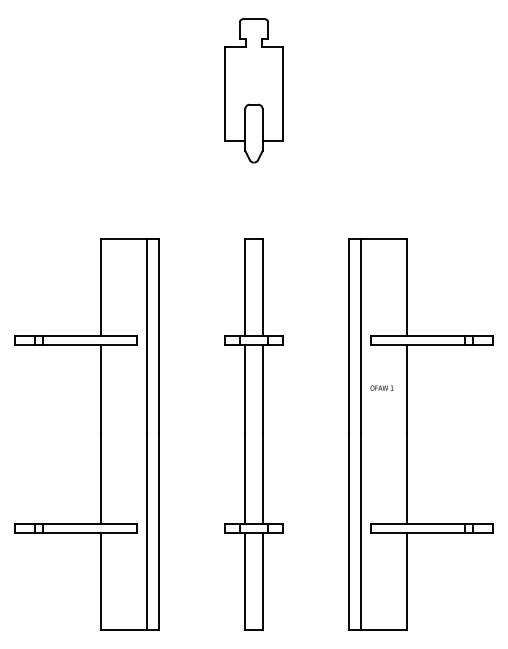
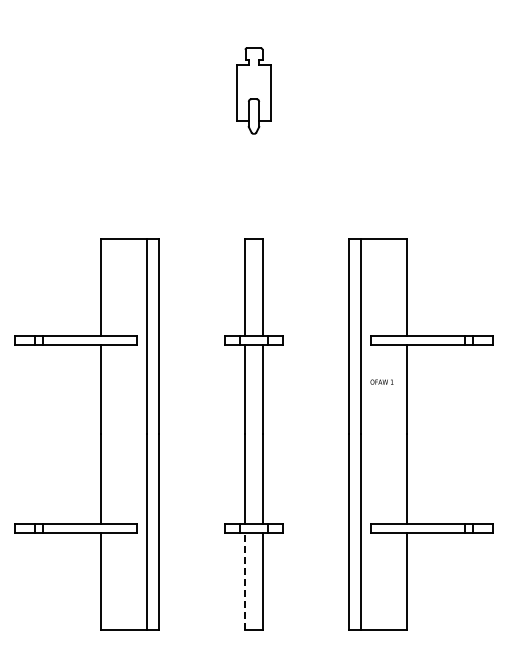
part at (253, 90) size: 60x146 px -> 36x88 px
text at (381, 387) position: (381, 387) -> (381, 381)
line at (245, 580): solid -> dashed
